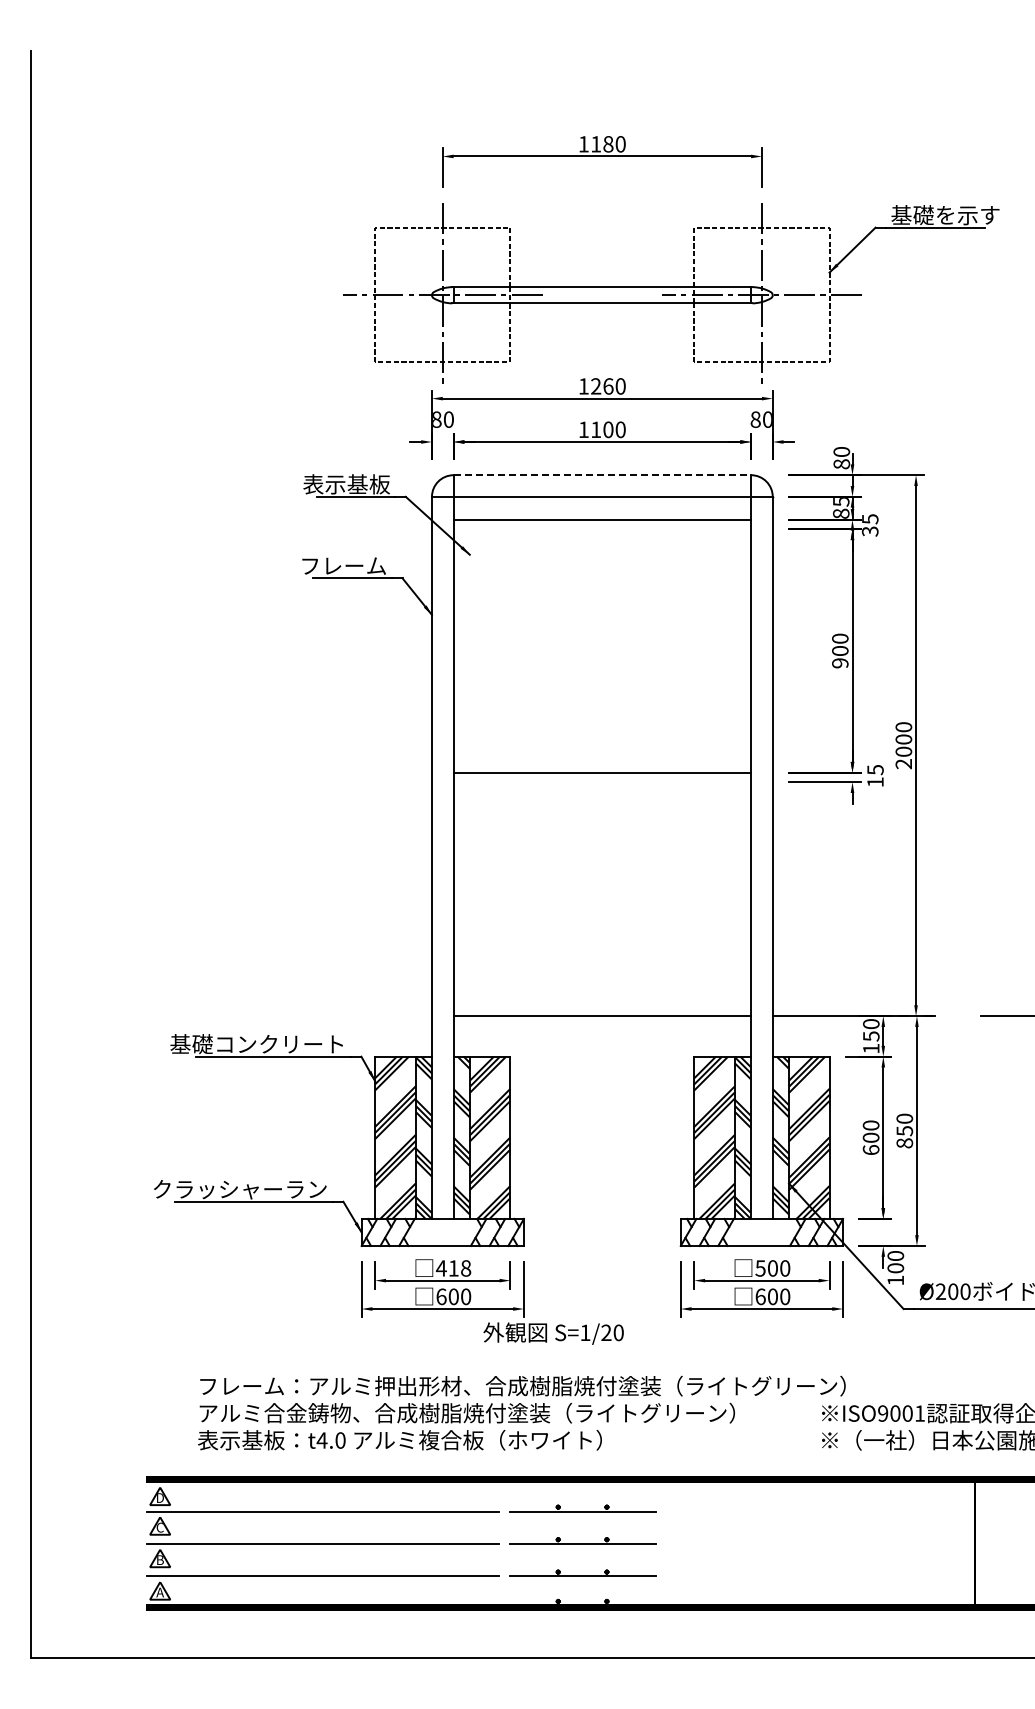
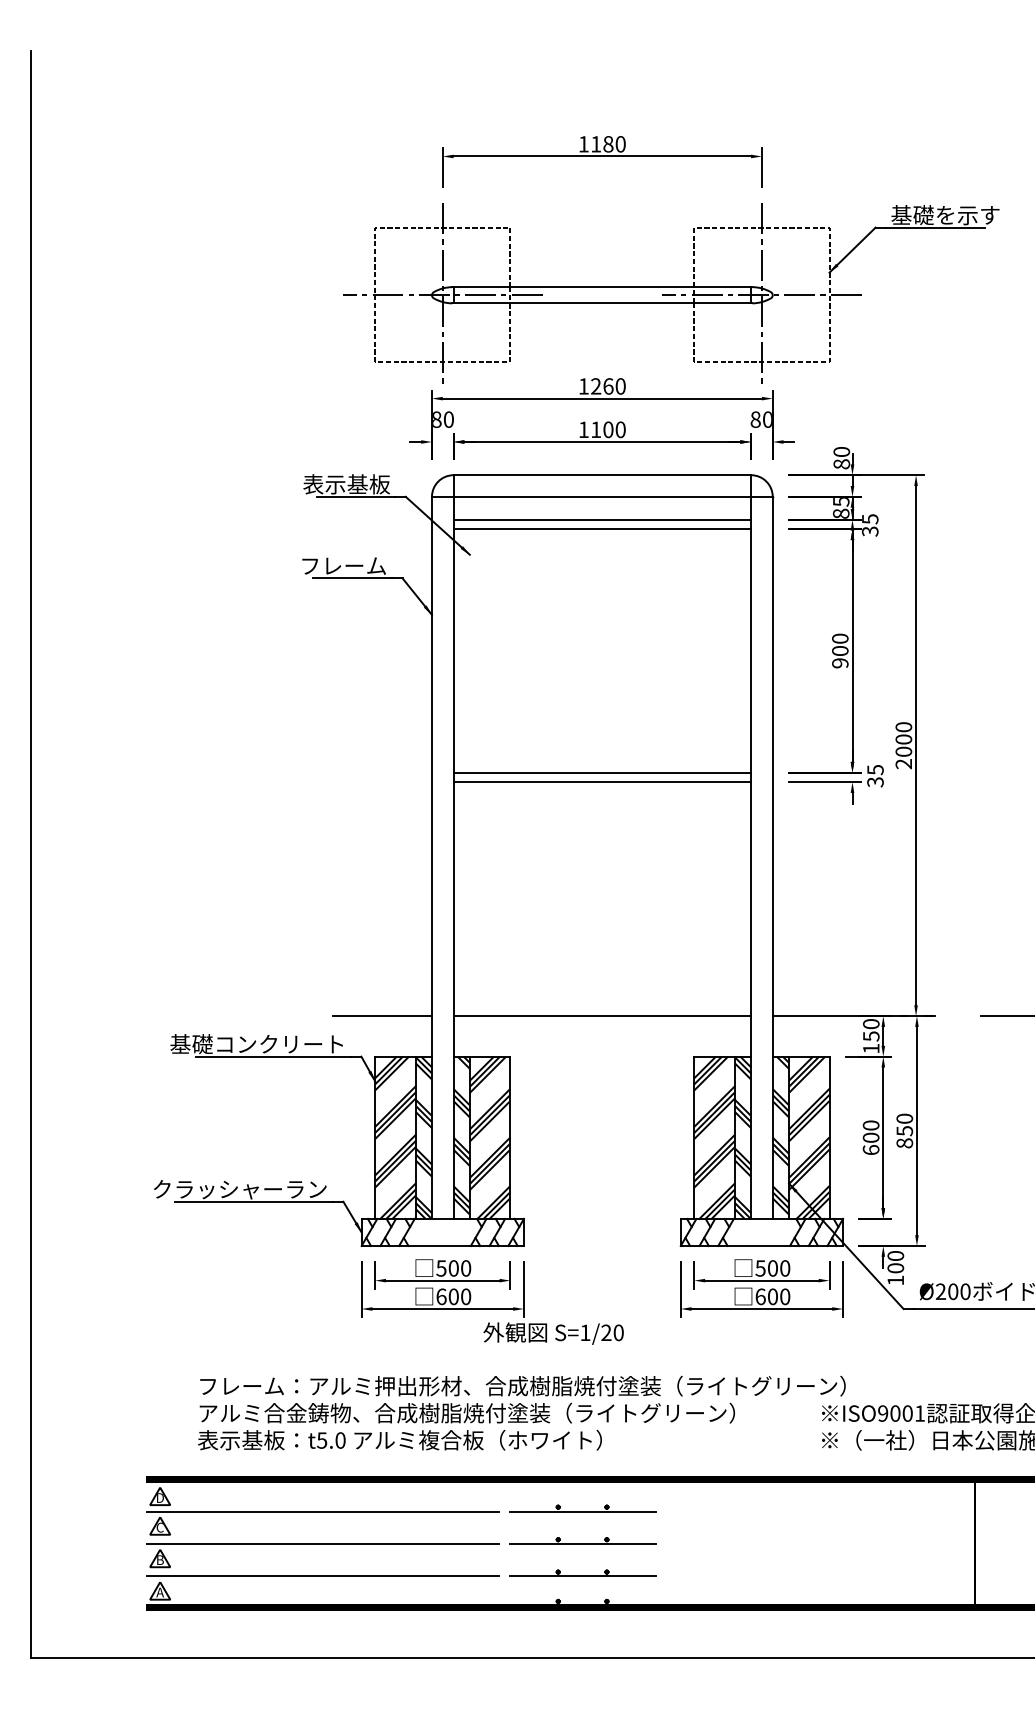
line at (602, 475): dashed -> solid
line at (602, 529): none -> present
line at (602, 782): none -> present
text at (875, 782): 15 -> 35
line at (381, 1016): none -> present
text at (453, 1268): 418 -> 500
text at (321, 1440): t4.0 -> t5.0
